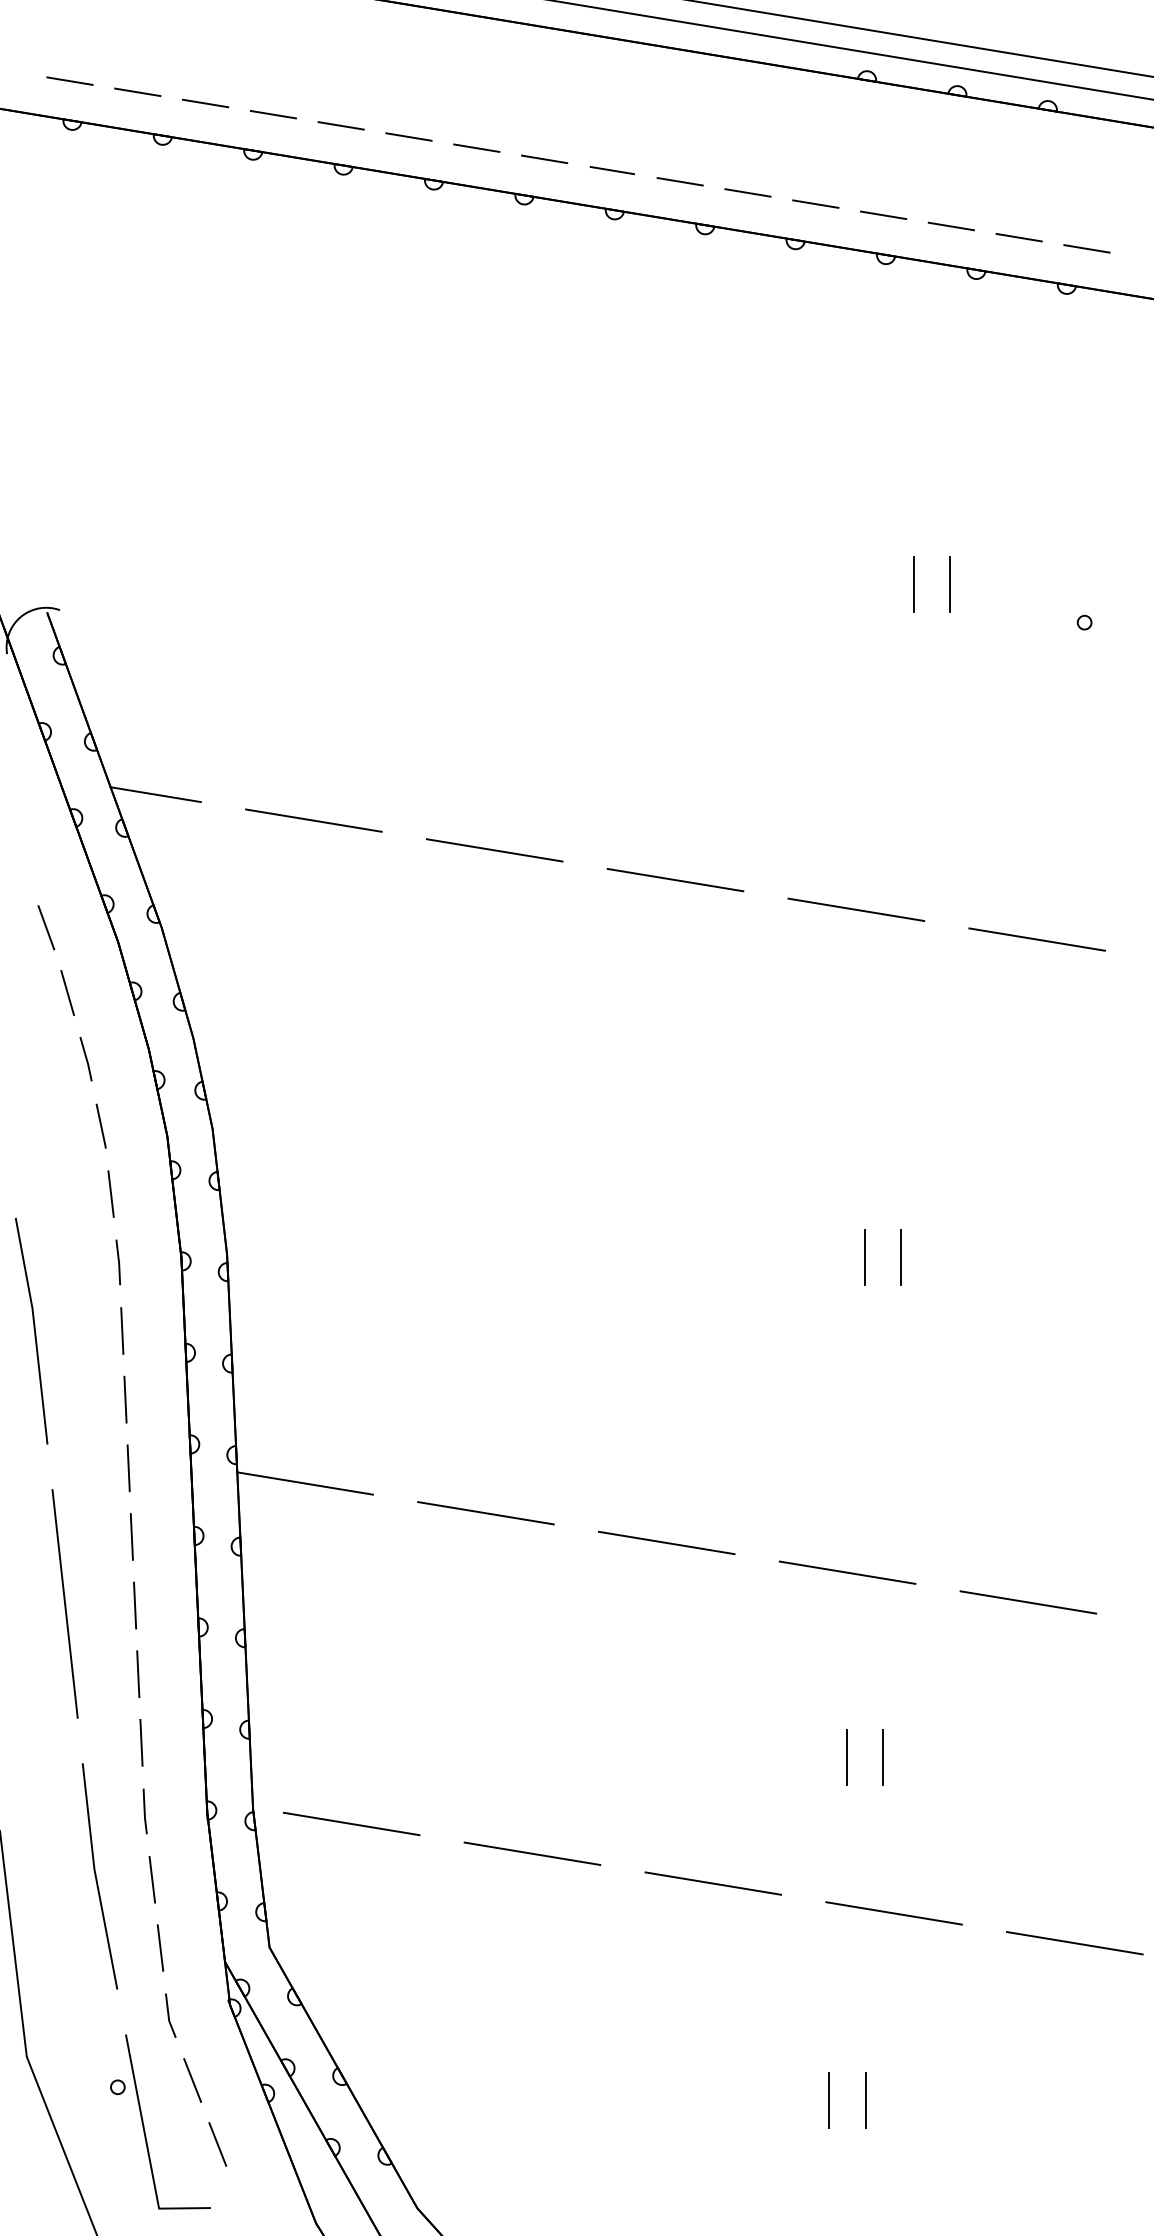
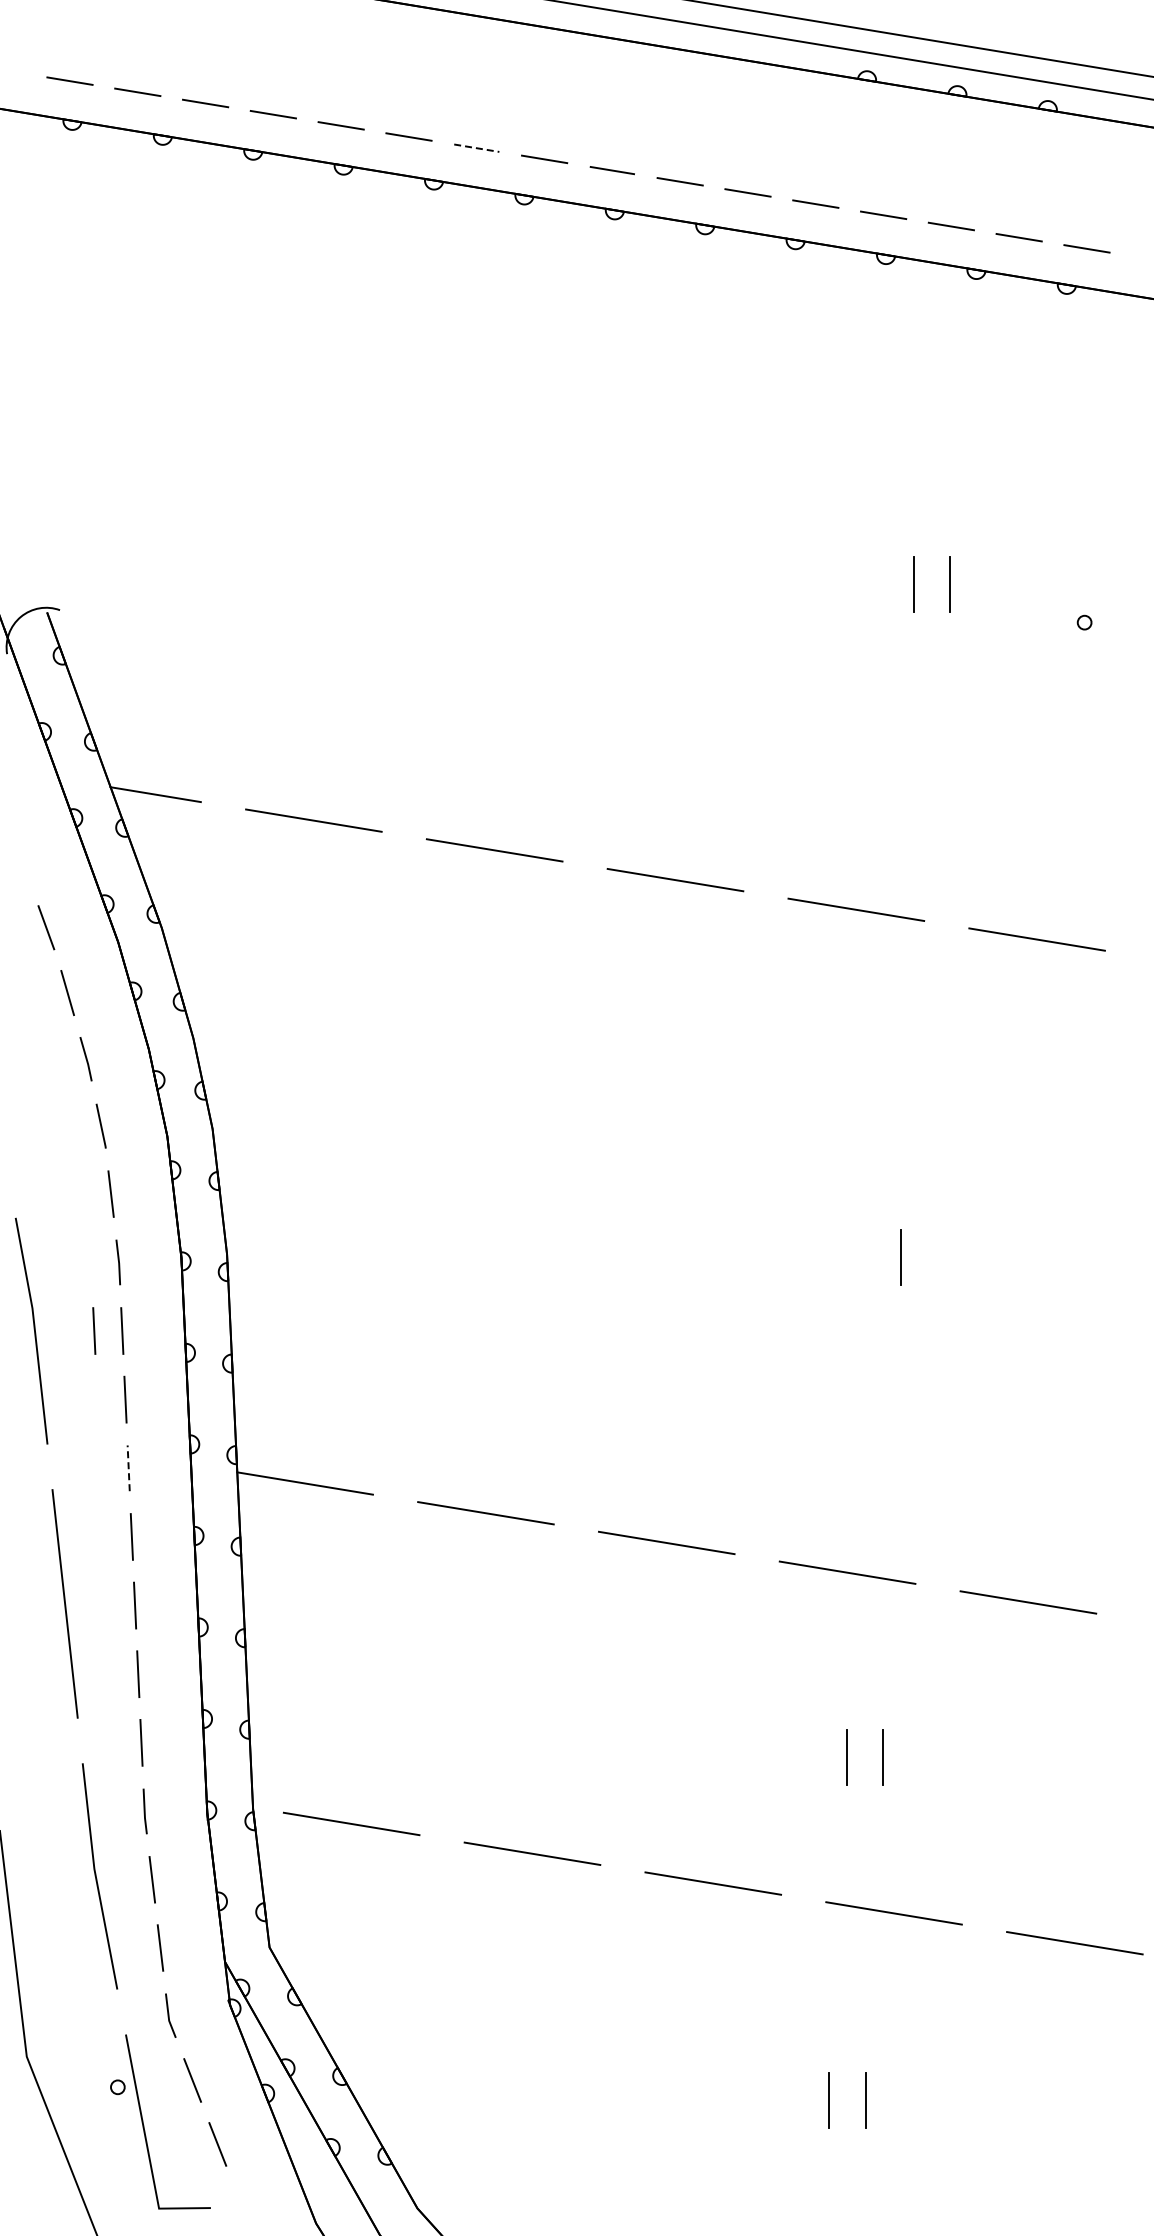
line at (476, 148): solid -> dashed
line at (864, 1257): present -> none
line at (94, 1330): none -> present
line at (128, 1468): solid -> dashed
